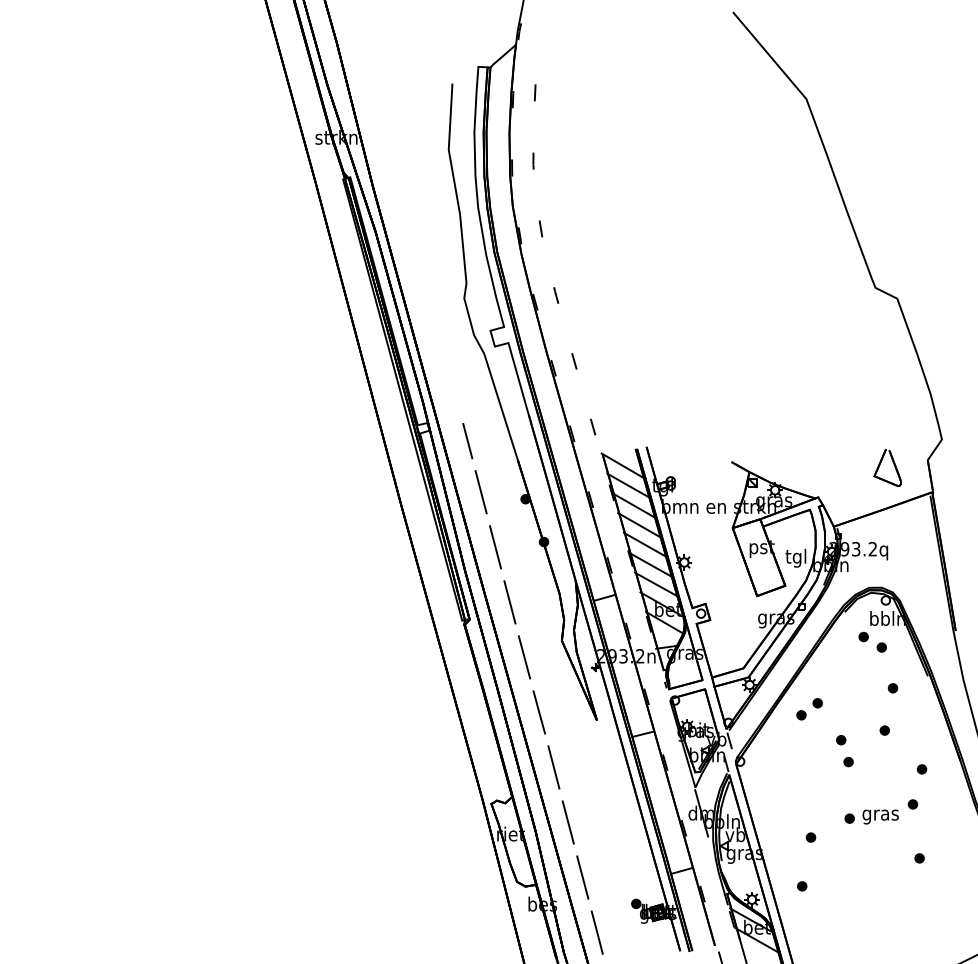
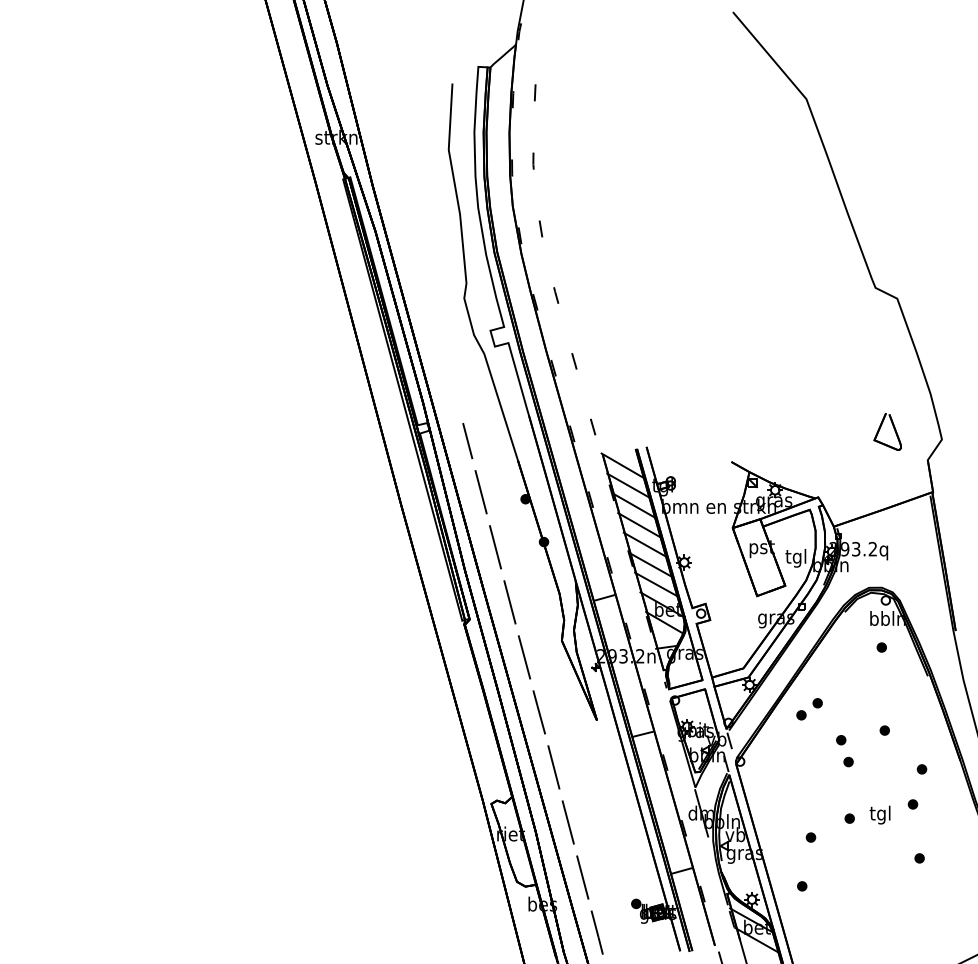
part at (893, 464) position: (893, 464) -> (893, 428)
part at (863, 636): present -> none
part at (892, 688): present -> none
text at (880, 814): gras -> tgl
